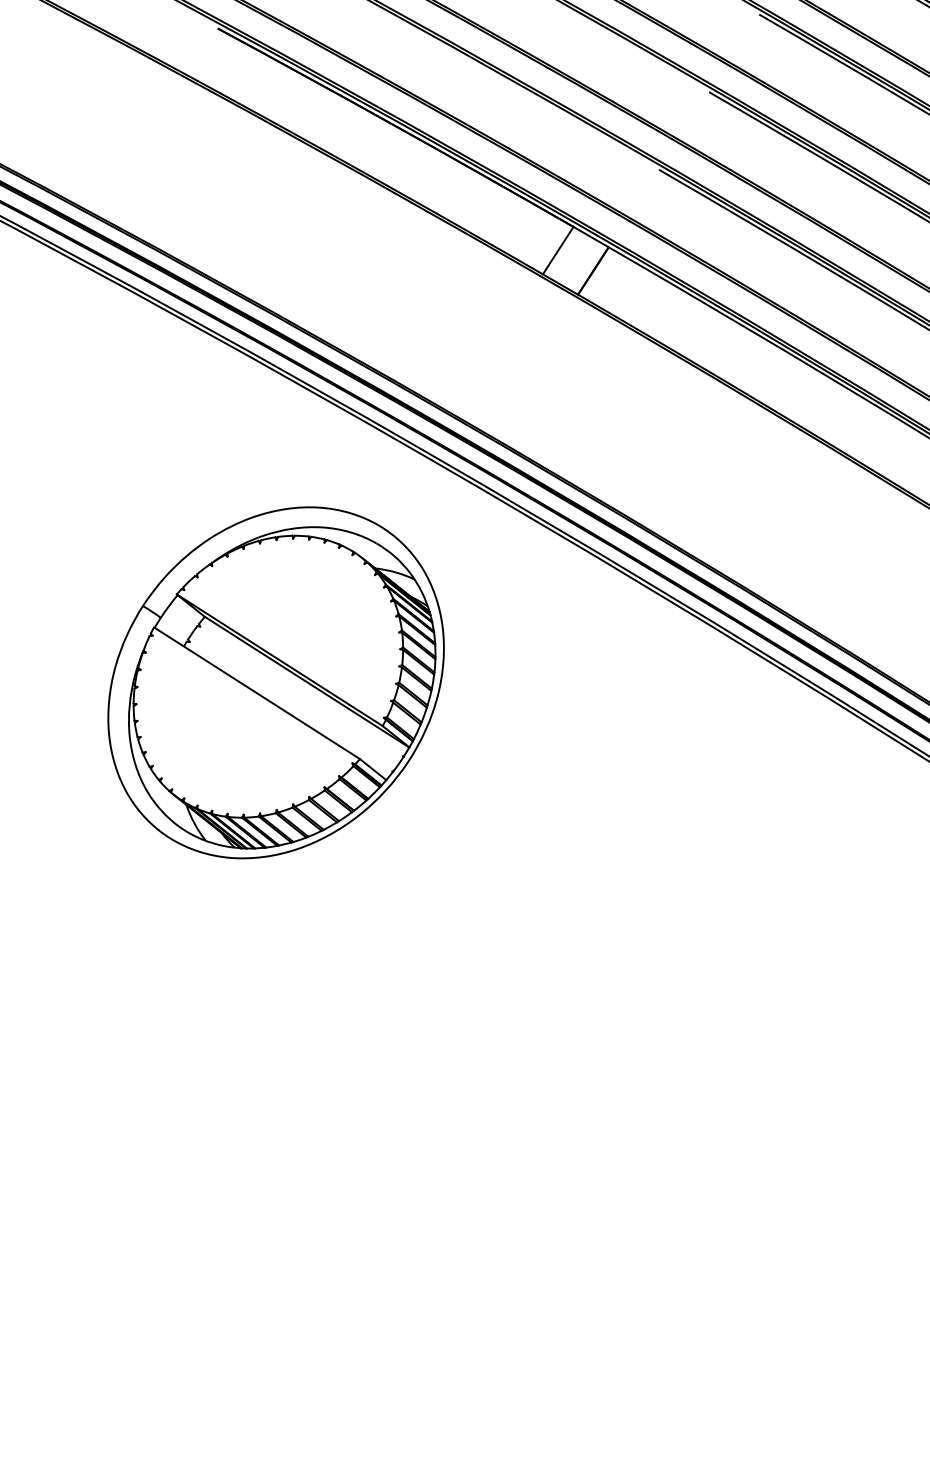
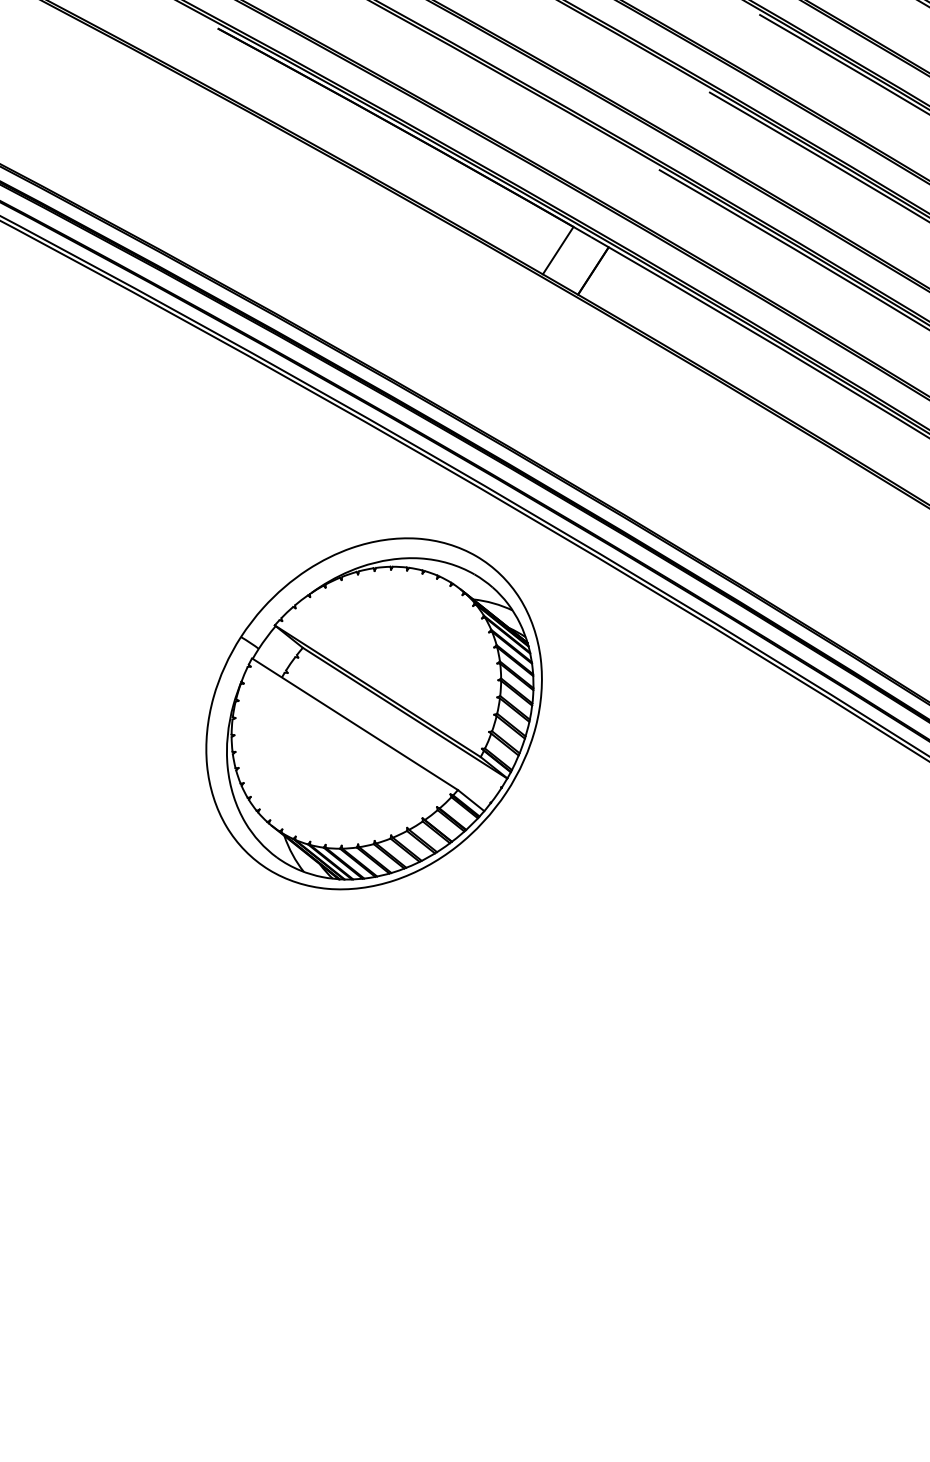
part at (275, 682) position: (275, 682) -> (373, 713)
